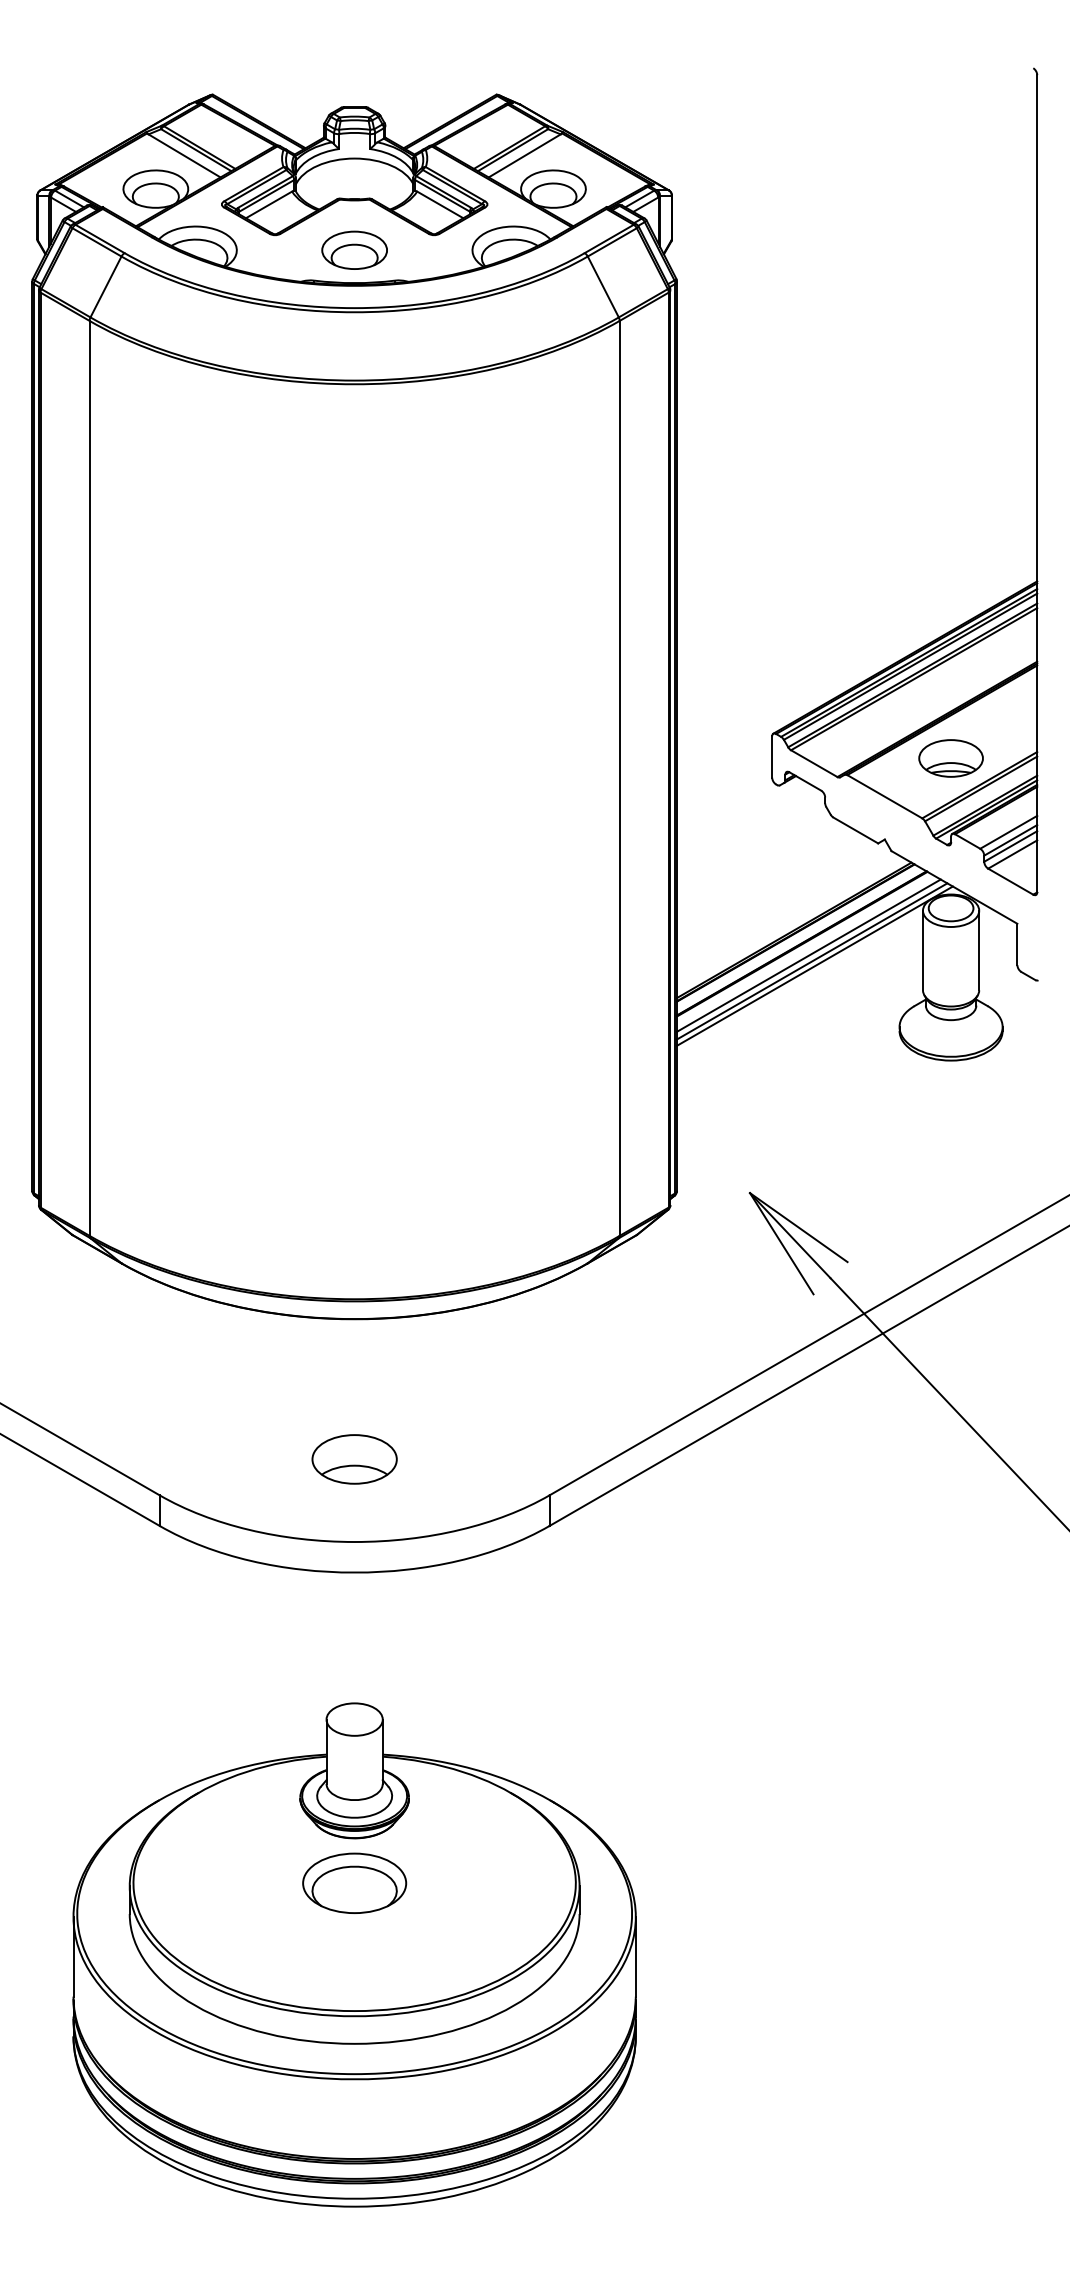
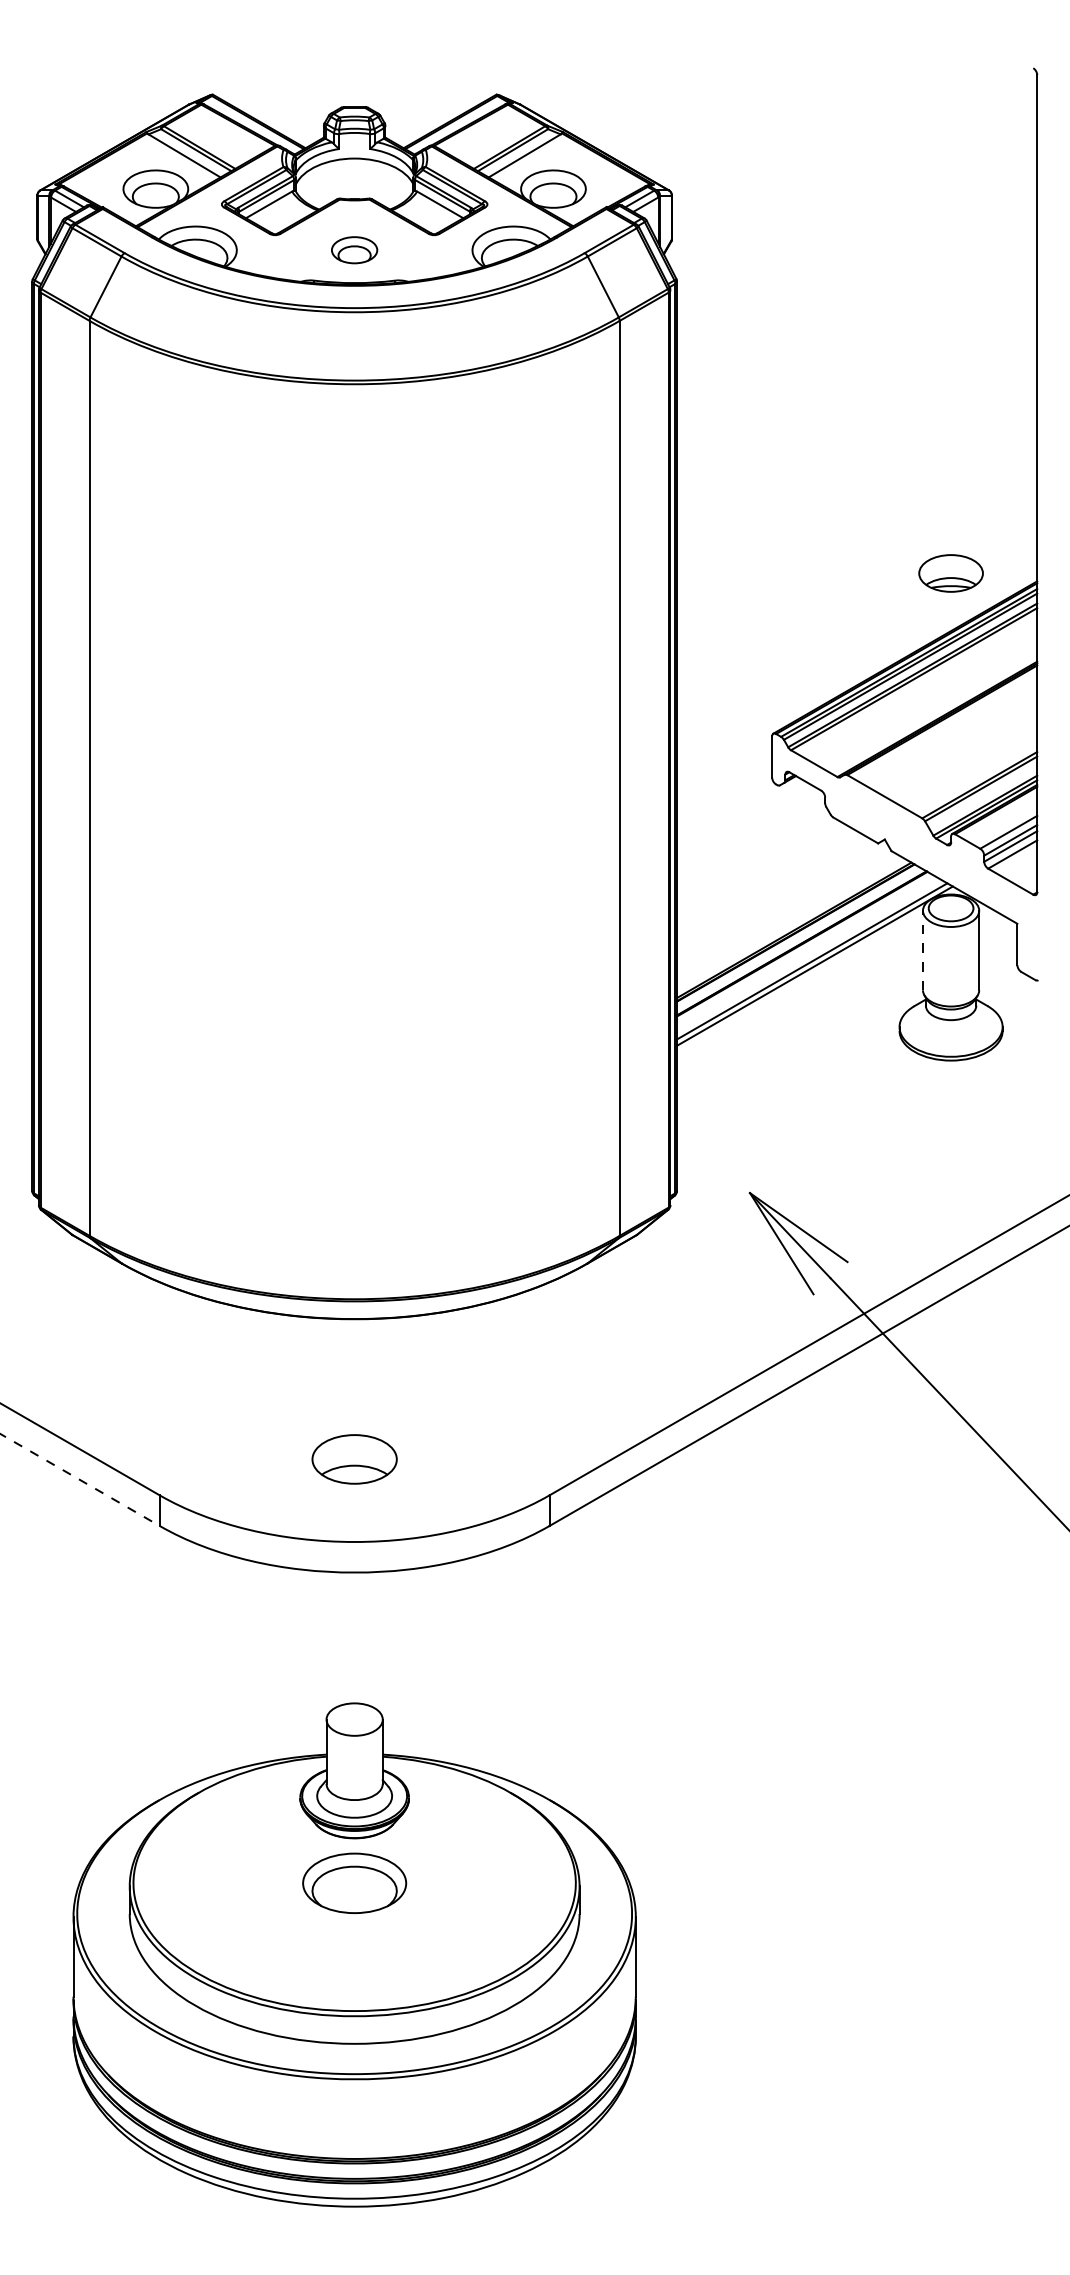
part at (354, 249) size: 67x40 px -> 48x29 px
part at (950, 758) position: (950, 758) -> (950, 573)
line at (922, 950): solid -> dashed
line at (808, 955): present -> none
line at (80, 1480): solid -> dashed
